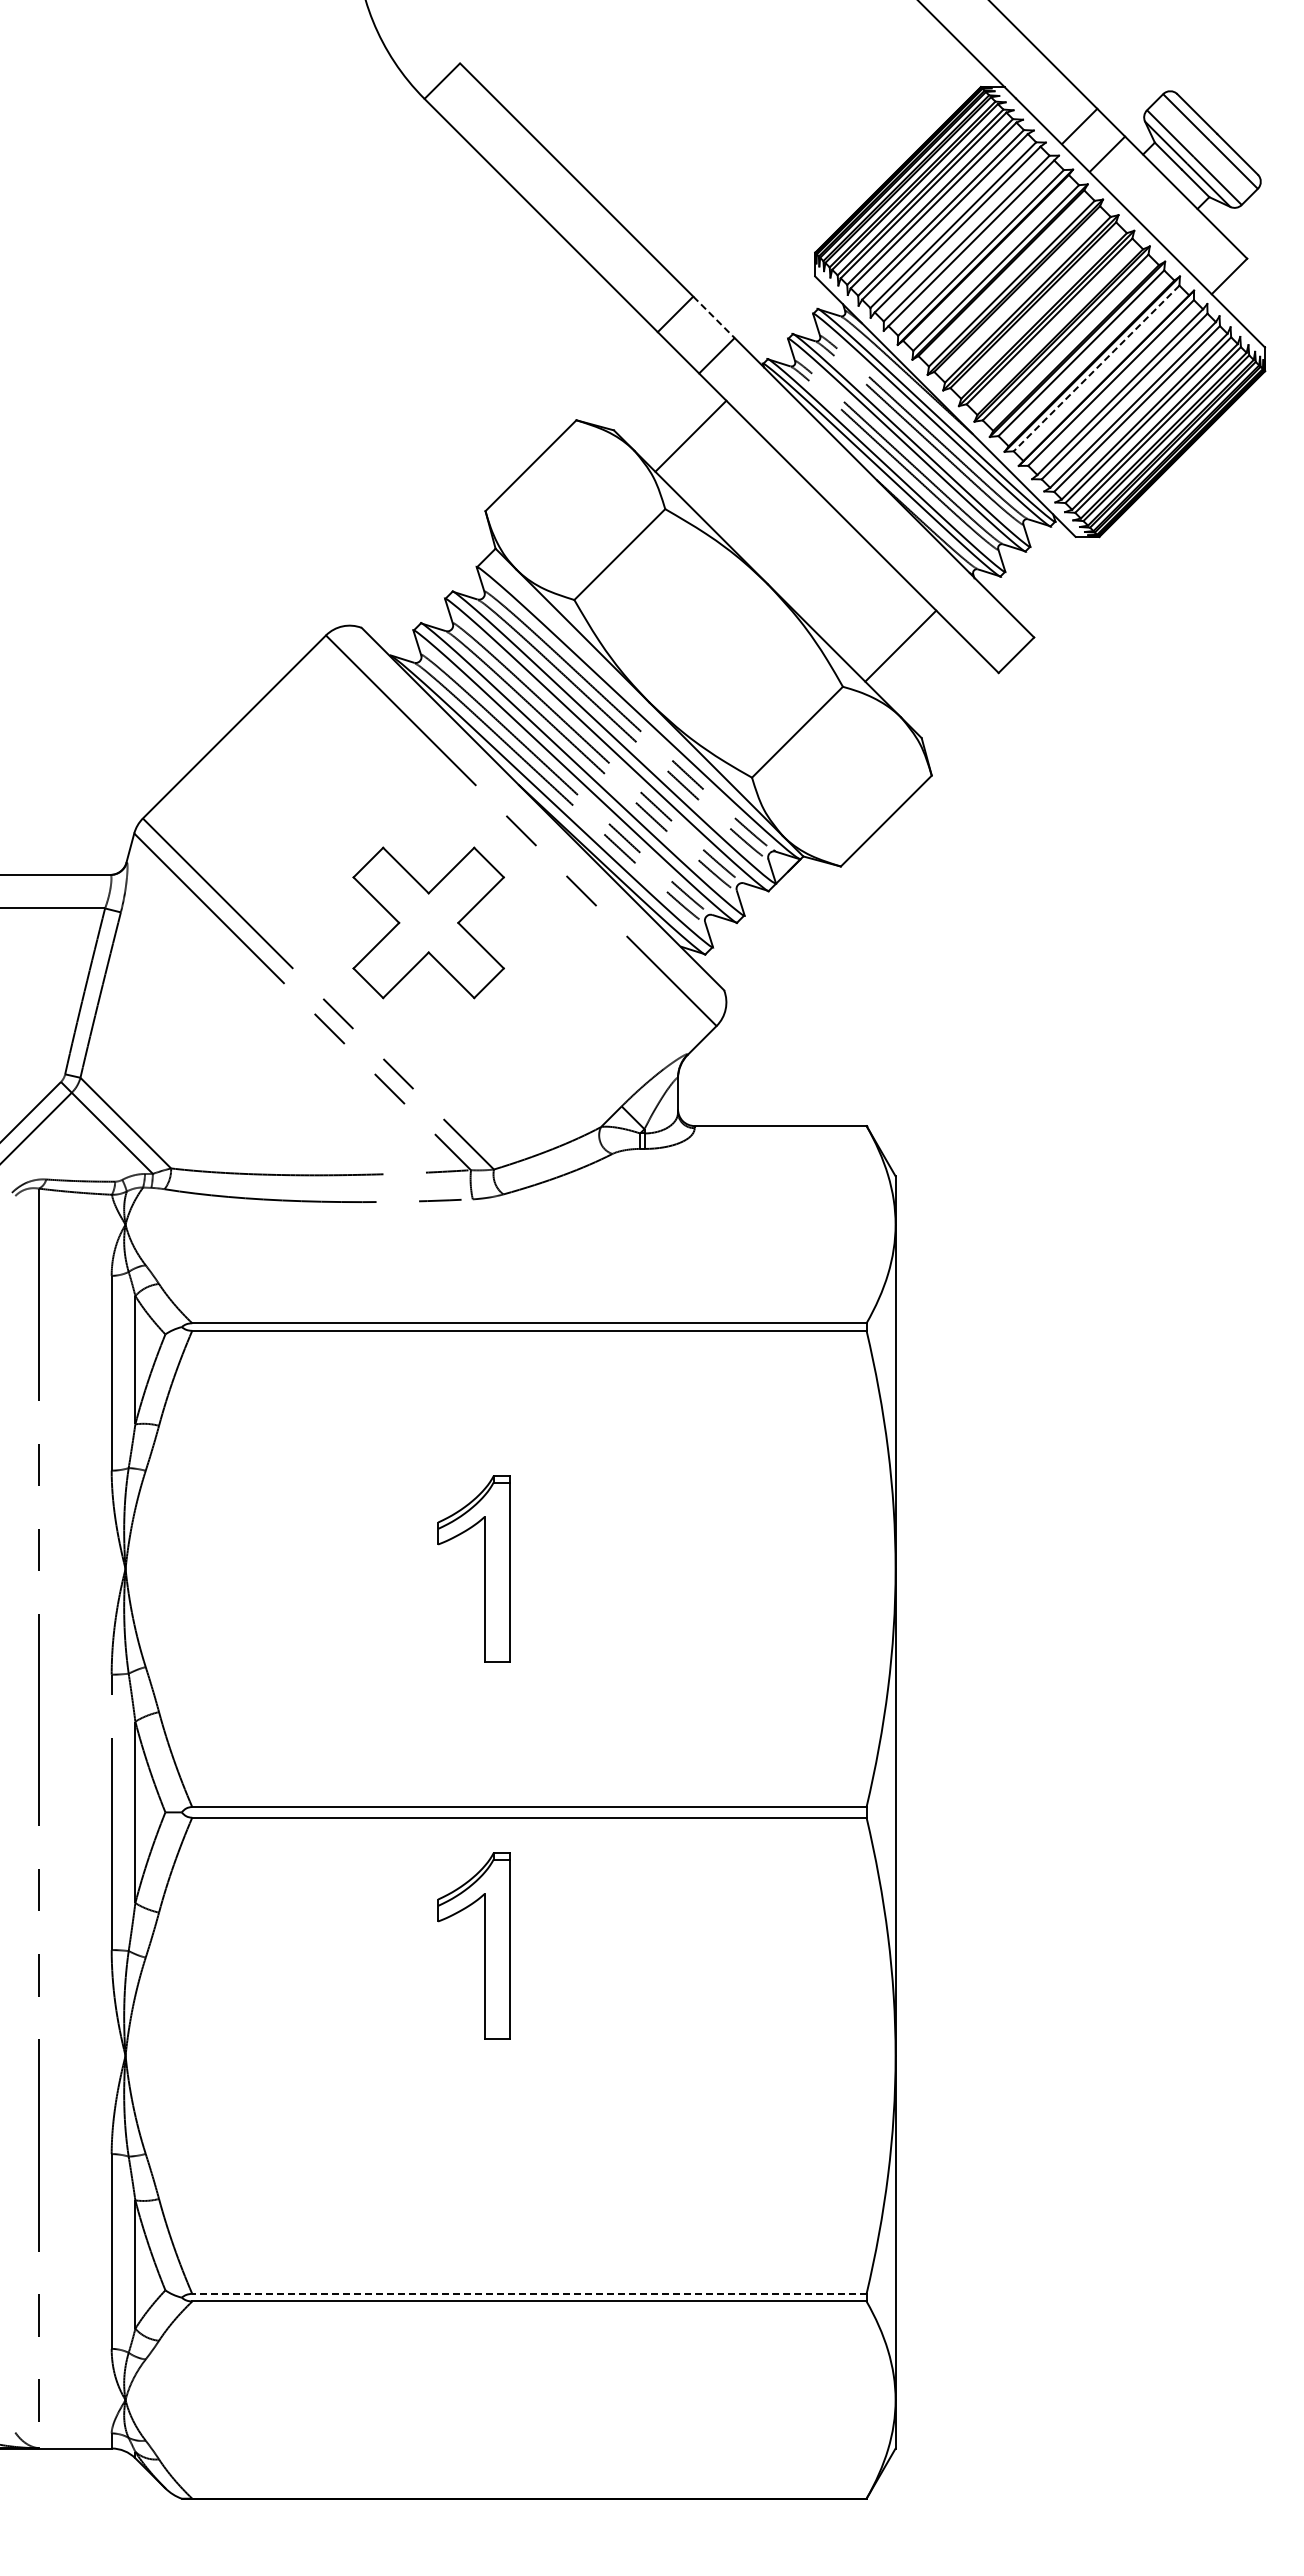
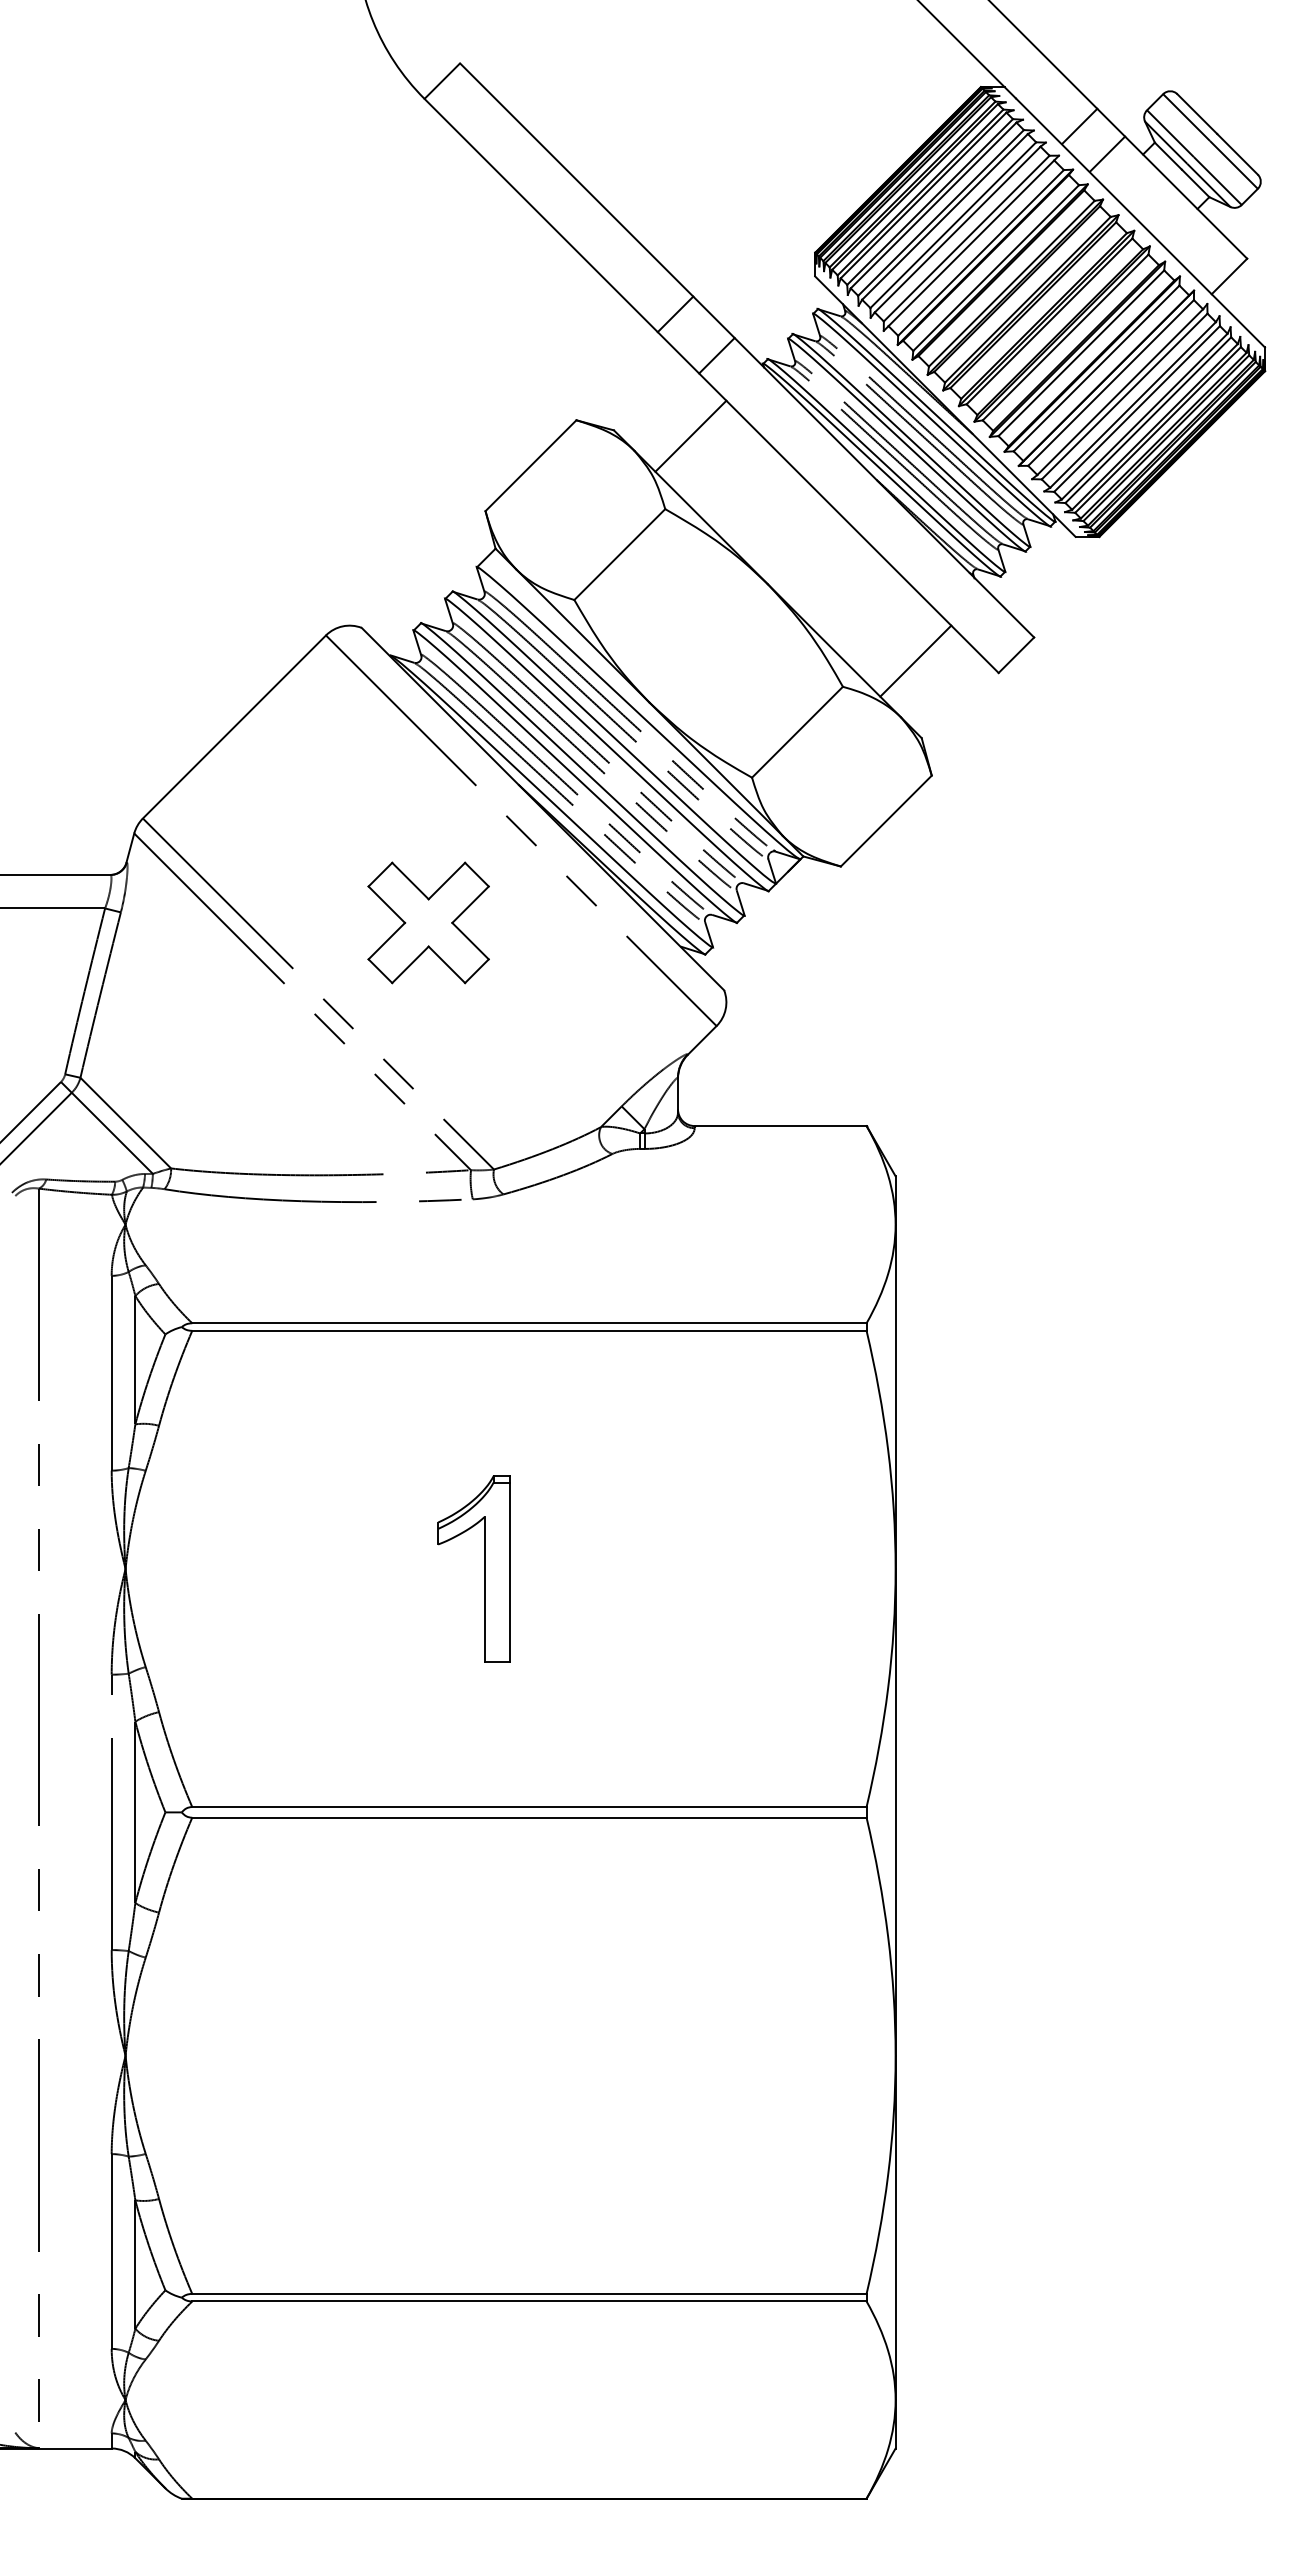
line at (714, 317): dashed -> solid
line at (1096, 368): dashed -> solid
line at (900, 645) position: (900, 645) -> (915, 660)
part at (428, 922) size: 153x154 px -> 123x124 px
part at (484, 1945): present -> none
line at (528, 2293): dashed -> solid
